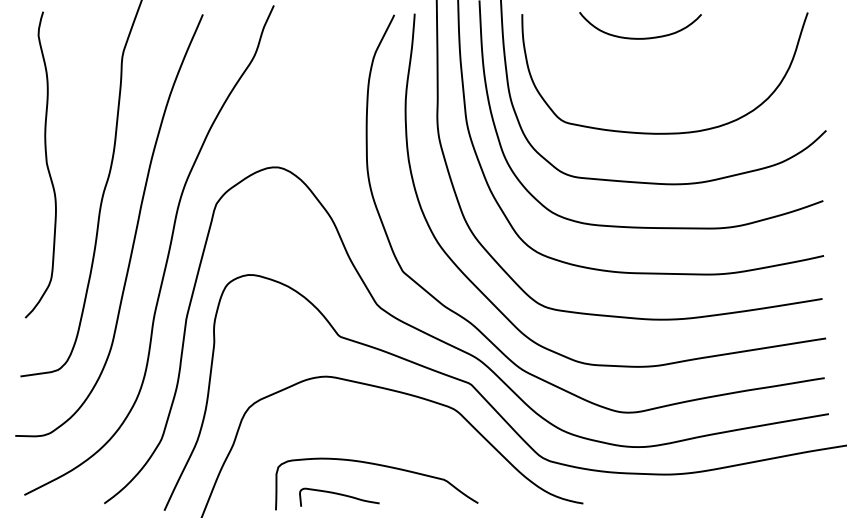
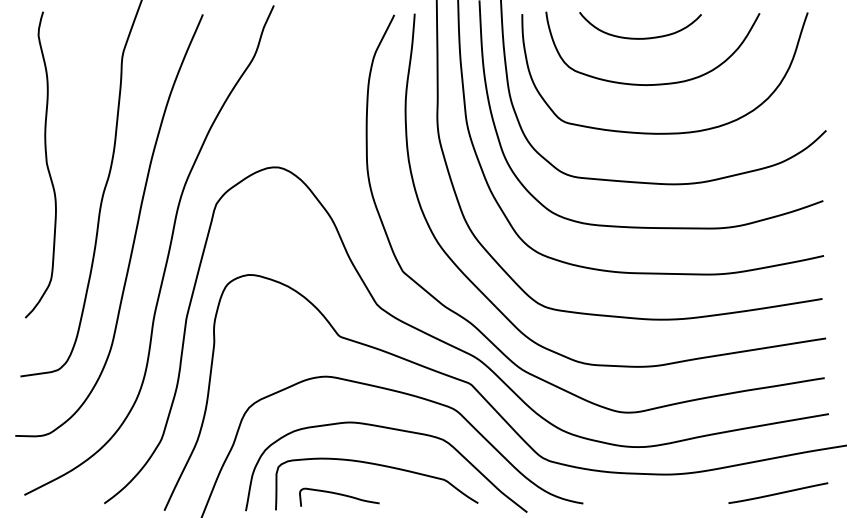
curve at (655, 83): none -> present
curve at (395, 430): none -> present
line at (778, 492): none -> present
